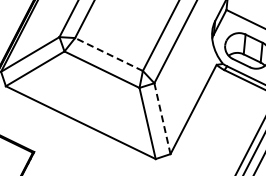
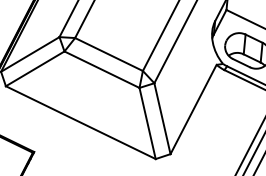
line at (109, 54): dashed -> solid
line at (162, 119): dashed -> solid
